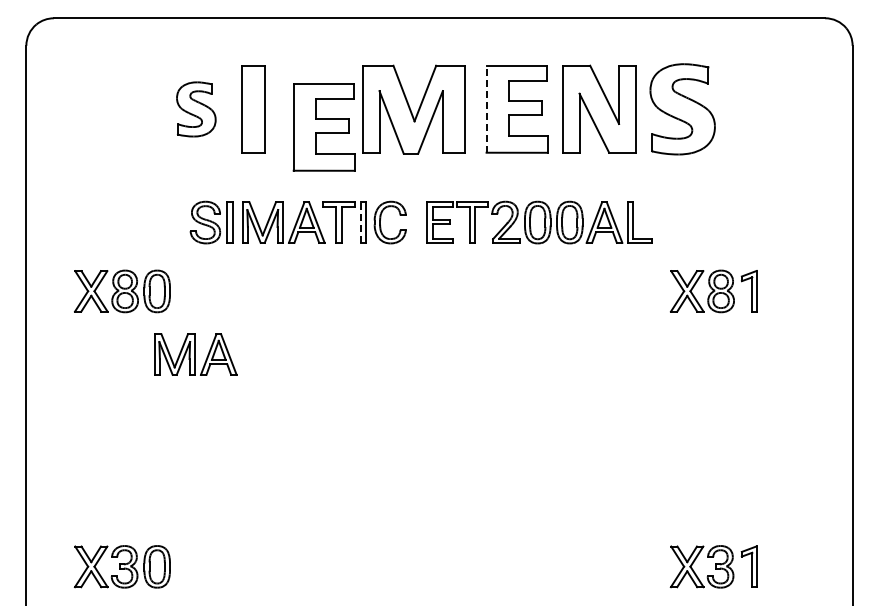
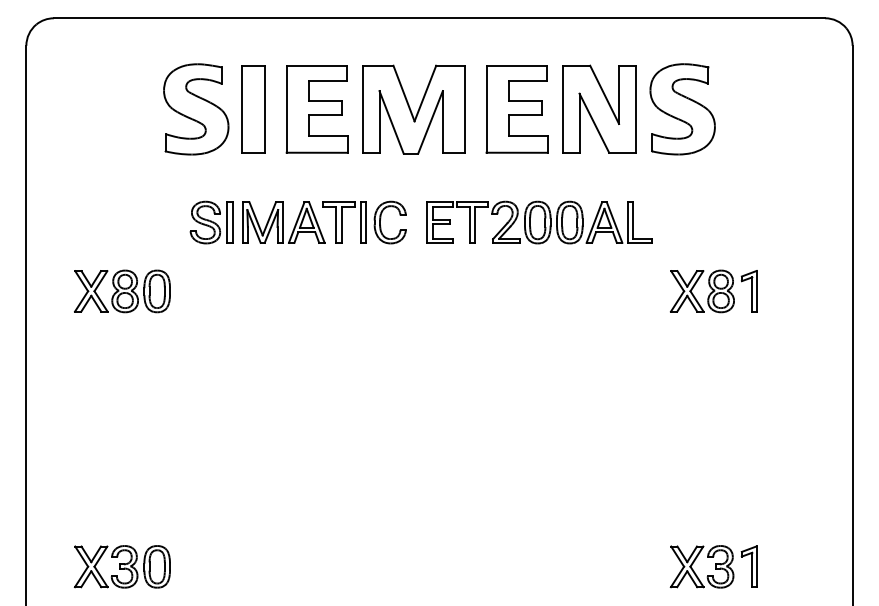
line at (486, 108): dashed -> solid
part at (196, 109) size: 41x57 px -> 67x93 px
part at (323, 127) position: (323, 127) -> (316, 109)
line at (360, 222): dashed -> solid
part at (195, 354): present -> none
